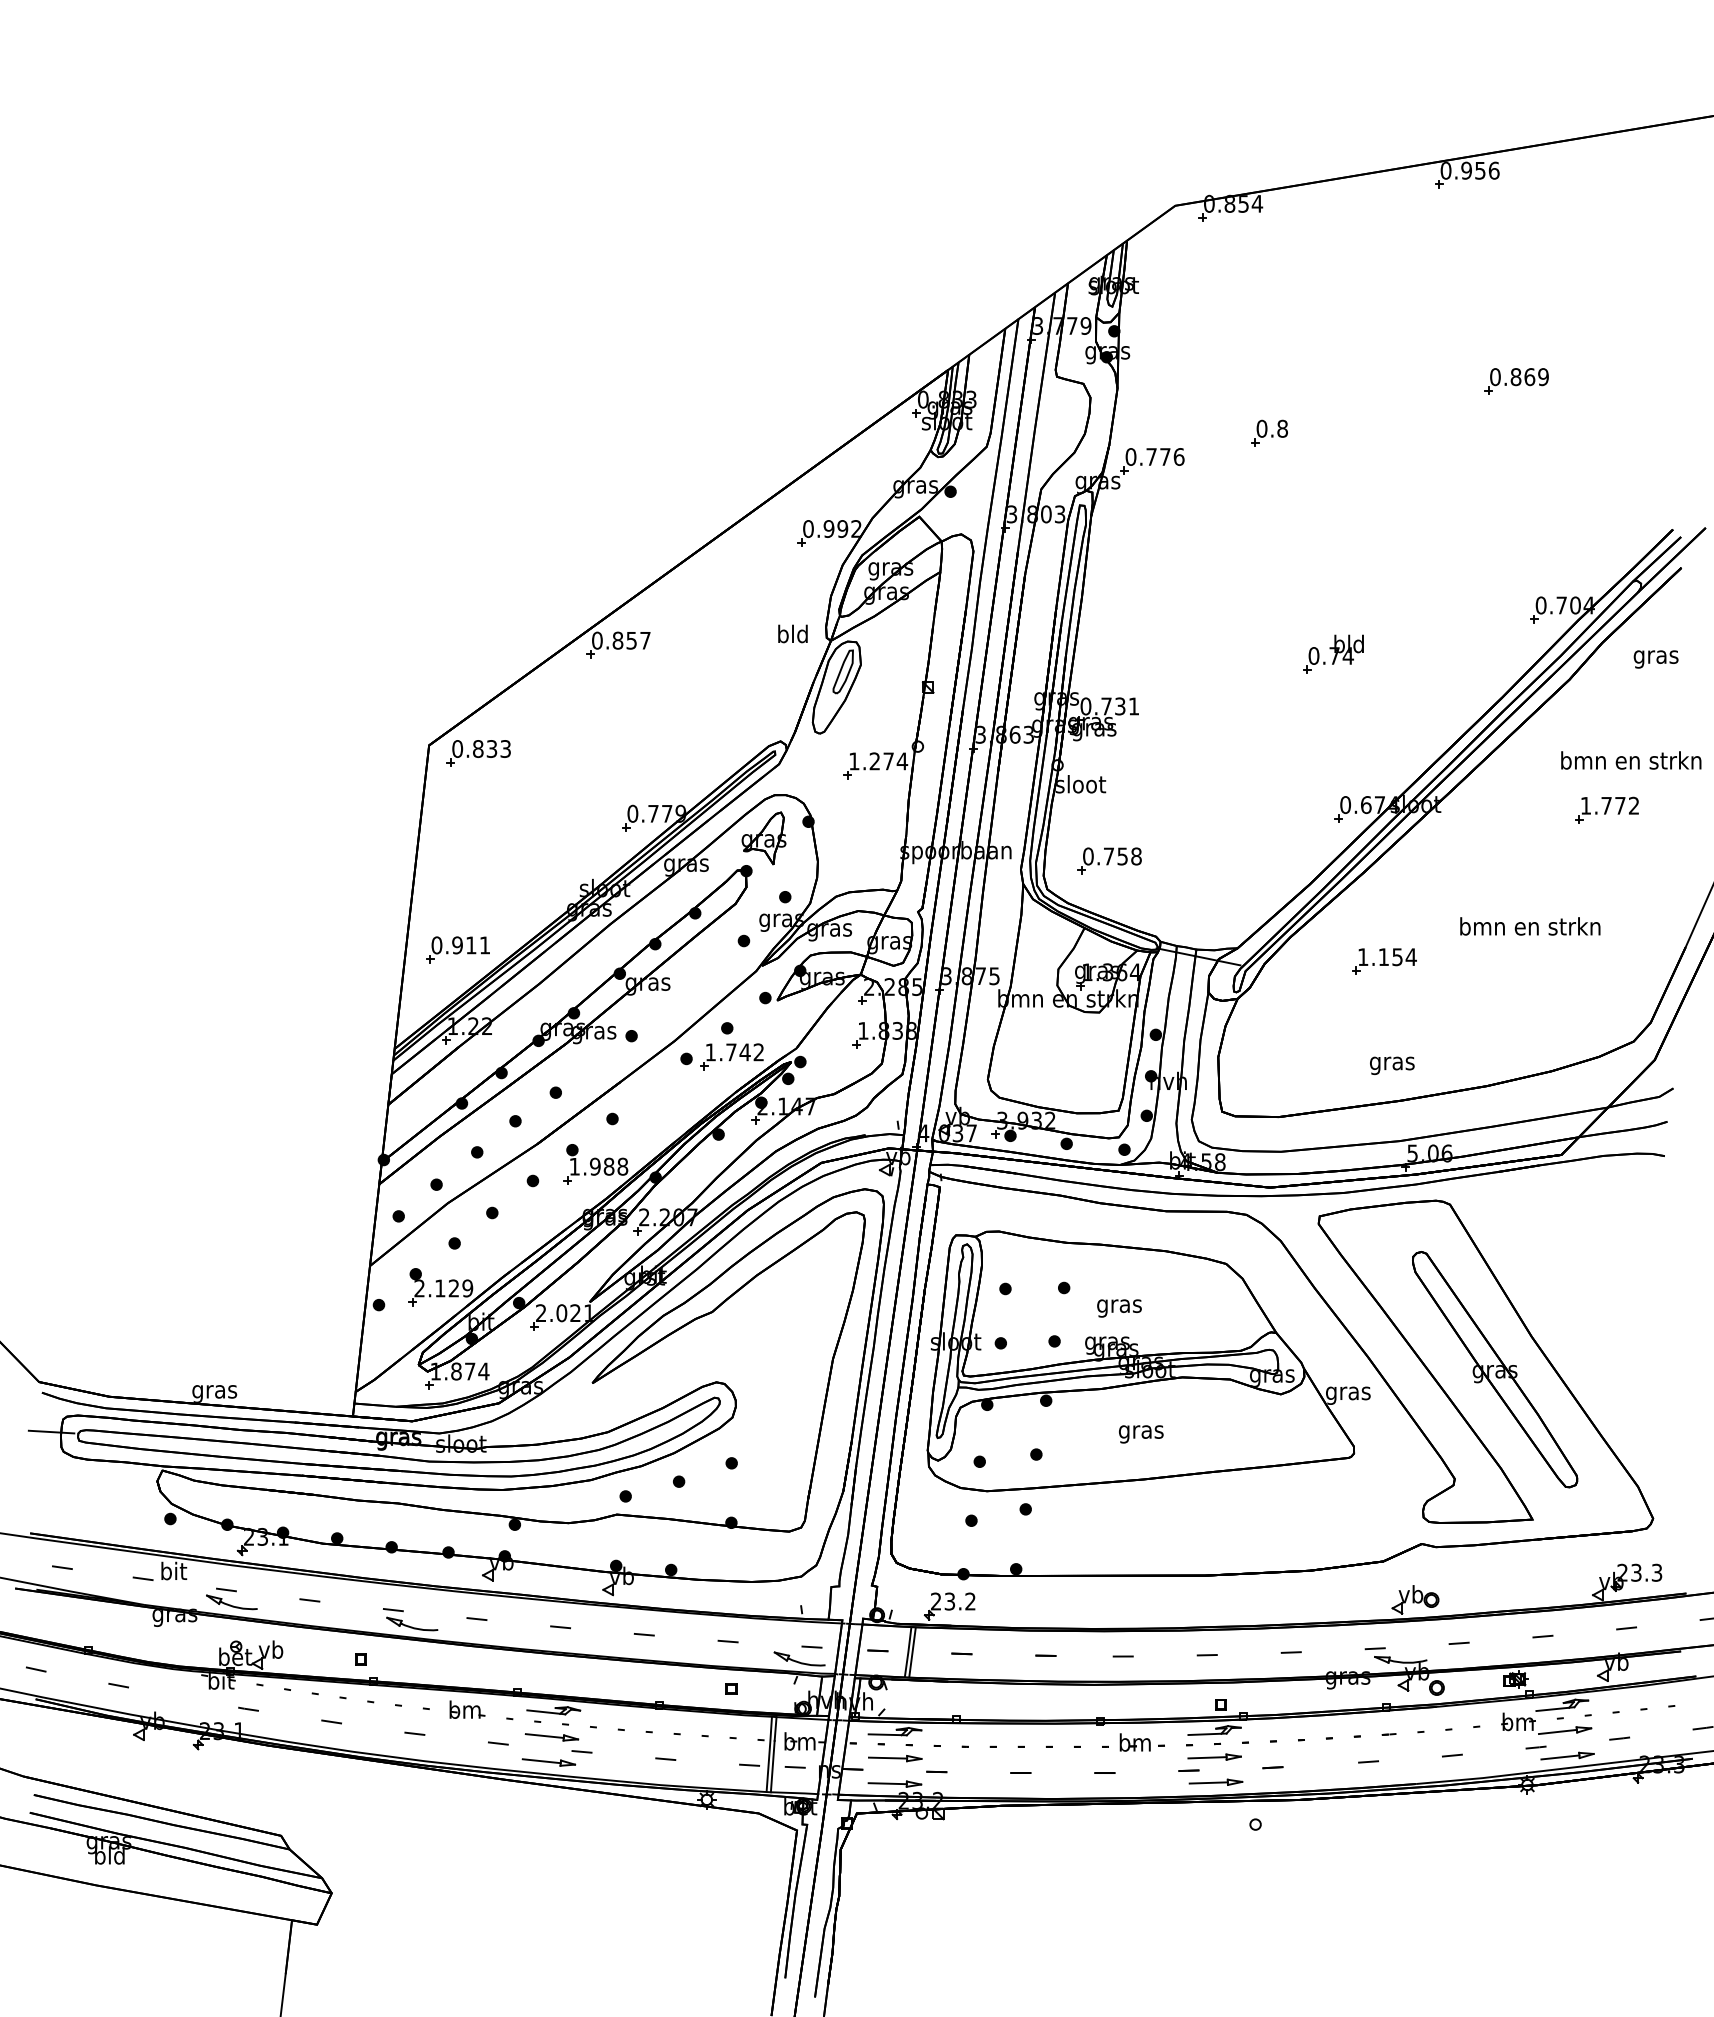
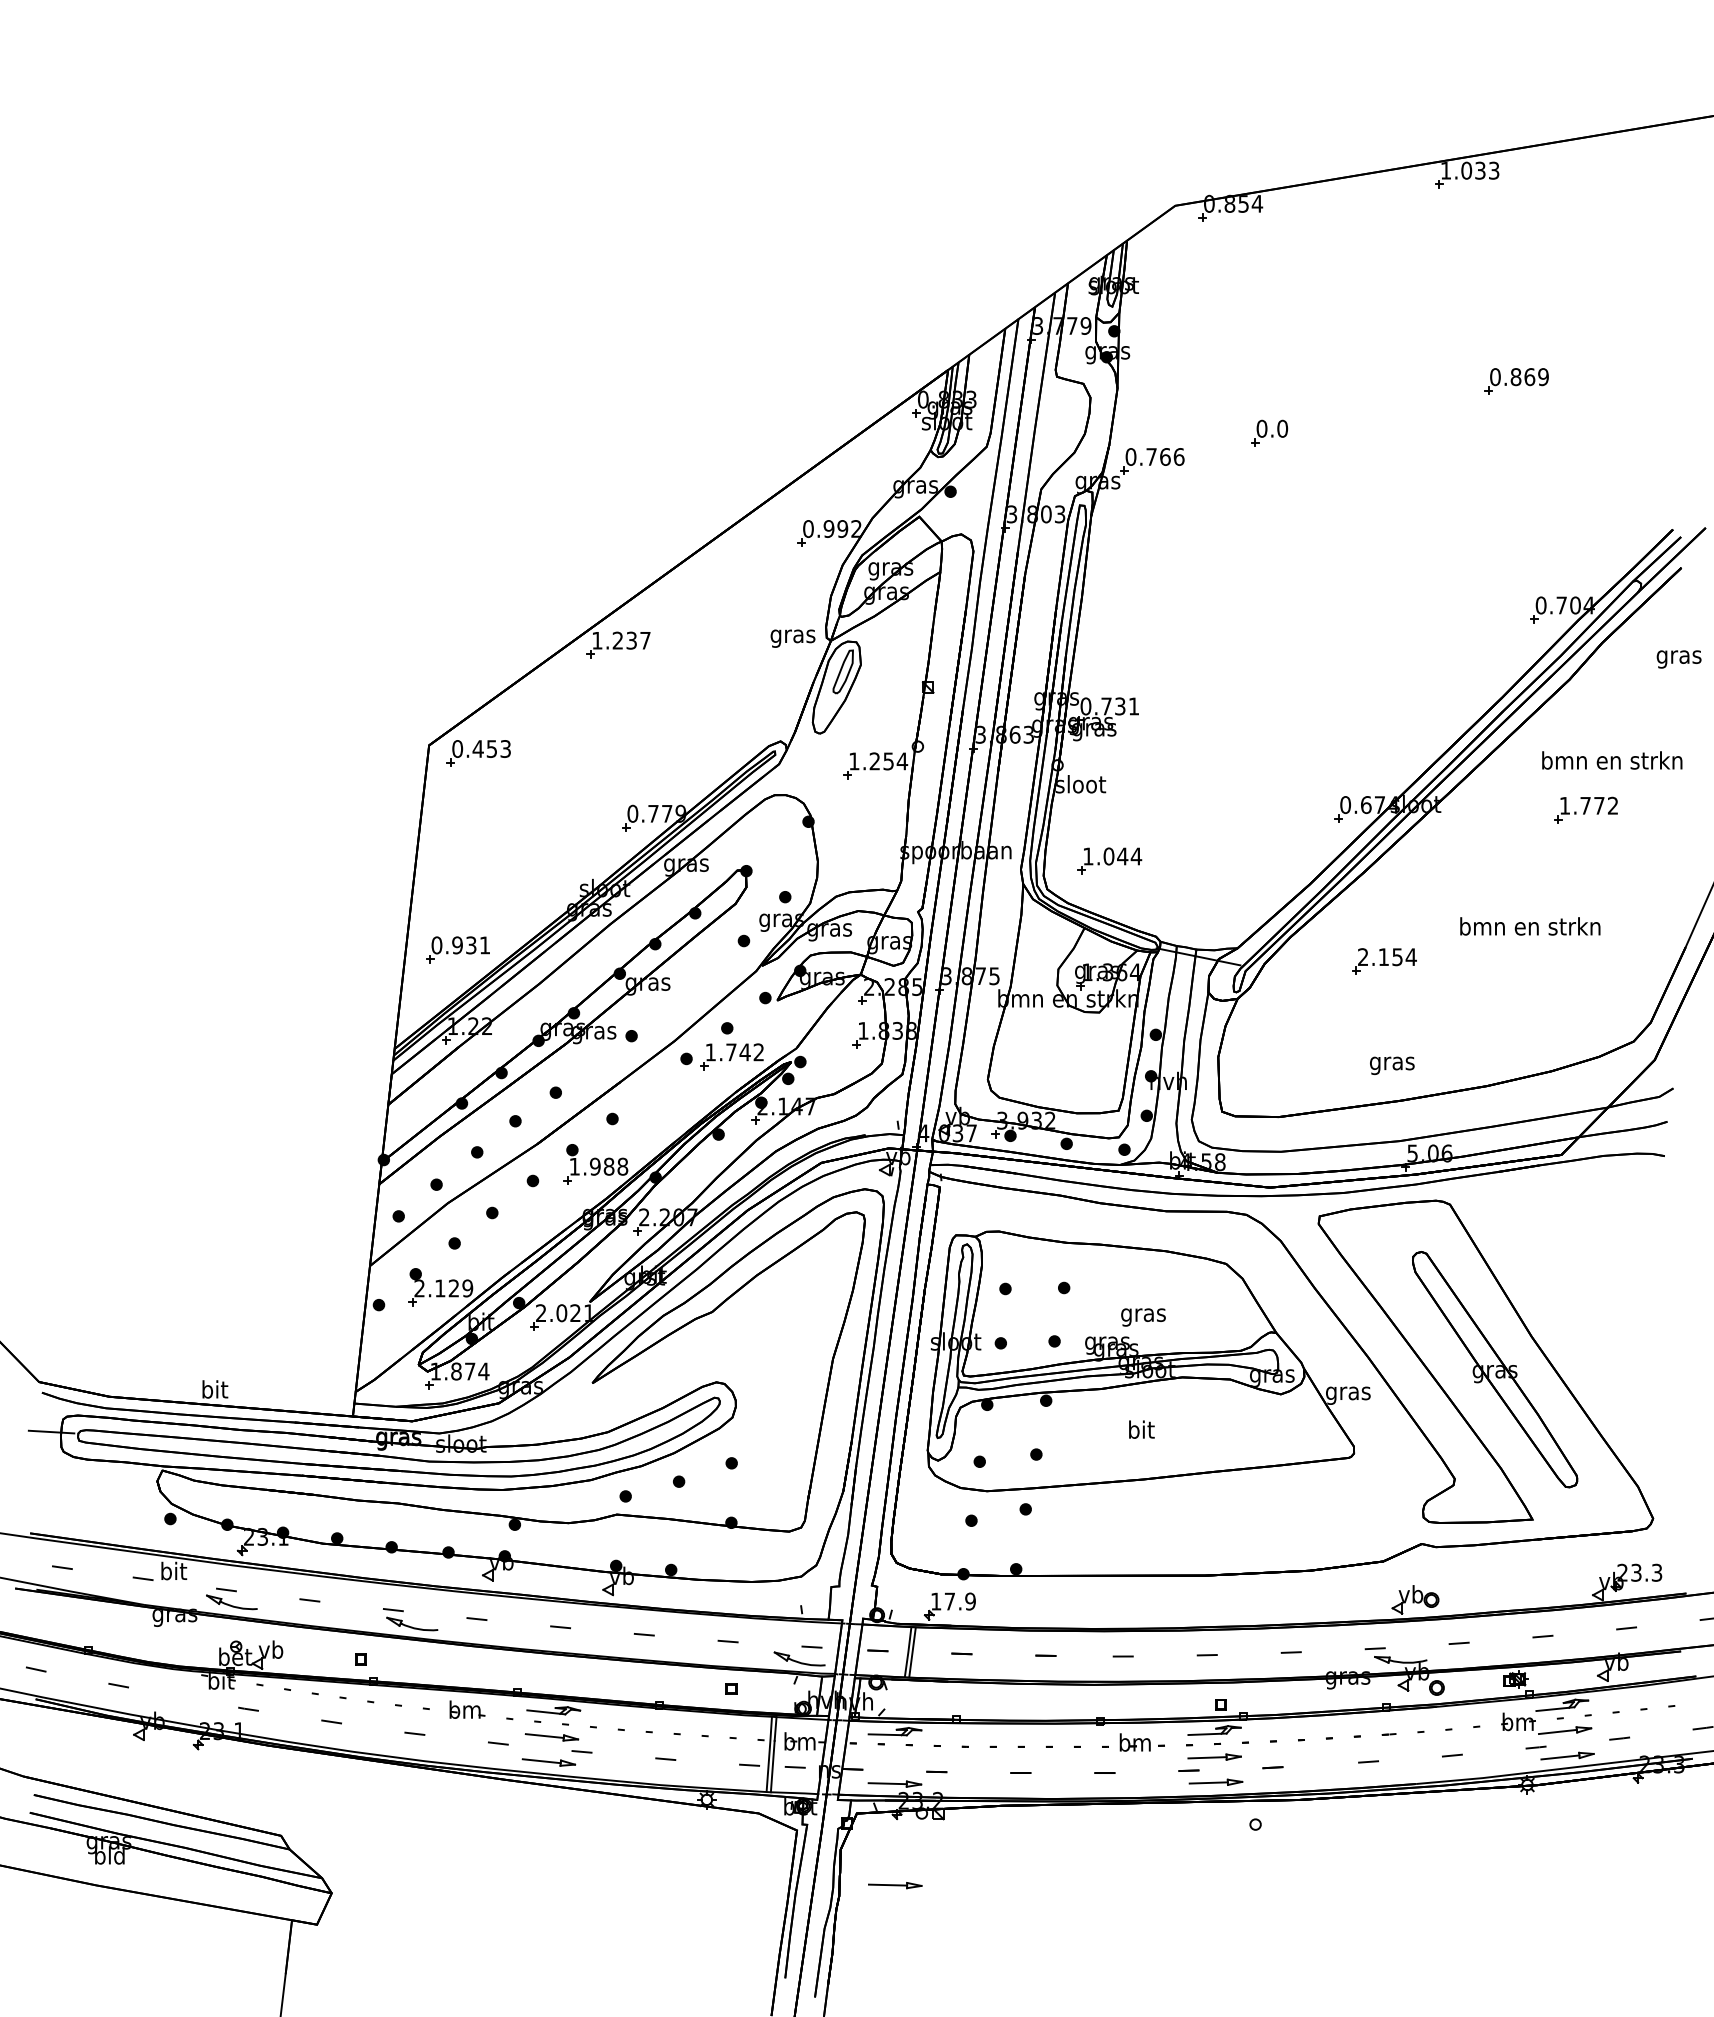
text at (1469, 170): 0.956 -> 1.033
text at (1282, 428): 0.8 -> 0.0
text at (1165, 456): 0.776 -> 0.766
text at (792, 635): bld -> gras
text at (614, 640): 0.857 -> 1.237
part at (1333, 653): present -> none
text at (1655, 659) position: (1655, 659) -> (1678, 659)
text at (484, 748): 0.833 -> 0.453
text at (1631, 760) position: (1631, 760) -> (1612, 760)
text at (888, 761): 1.274 -> 1.254
part at (1606, 809) position: (1606, 809) -> (1585, 809)
part at (763, 838): present -> none
text at (1112, 856): 0.758 -> 1.044
text at (471, 945): 0.911 -> 0.931
text at (1363, 956): 1.154 -> 2.154
text at (1119, 1308) position: (1119, 1308) -> (1143, 1317)
text at (214, 1391): gras -> bit
text at (1141, 1431): gras -> bit
text at (953, 1601): 23.2 -> 17.9
part at (895, 1758) position: (895, 1758) -> (895, 1885)
